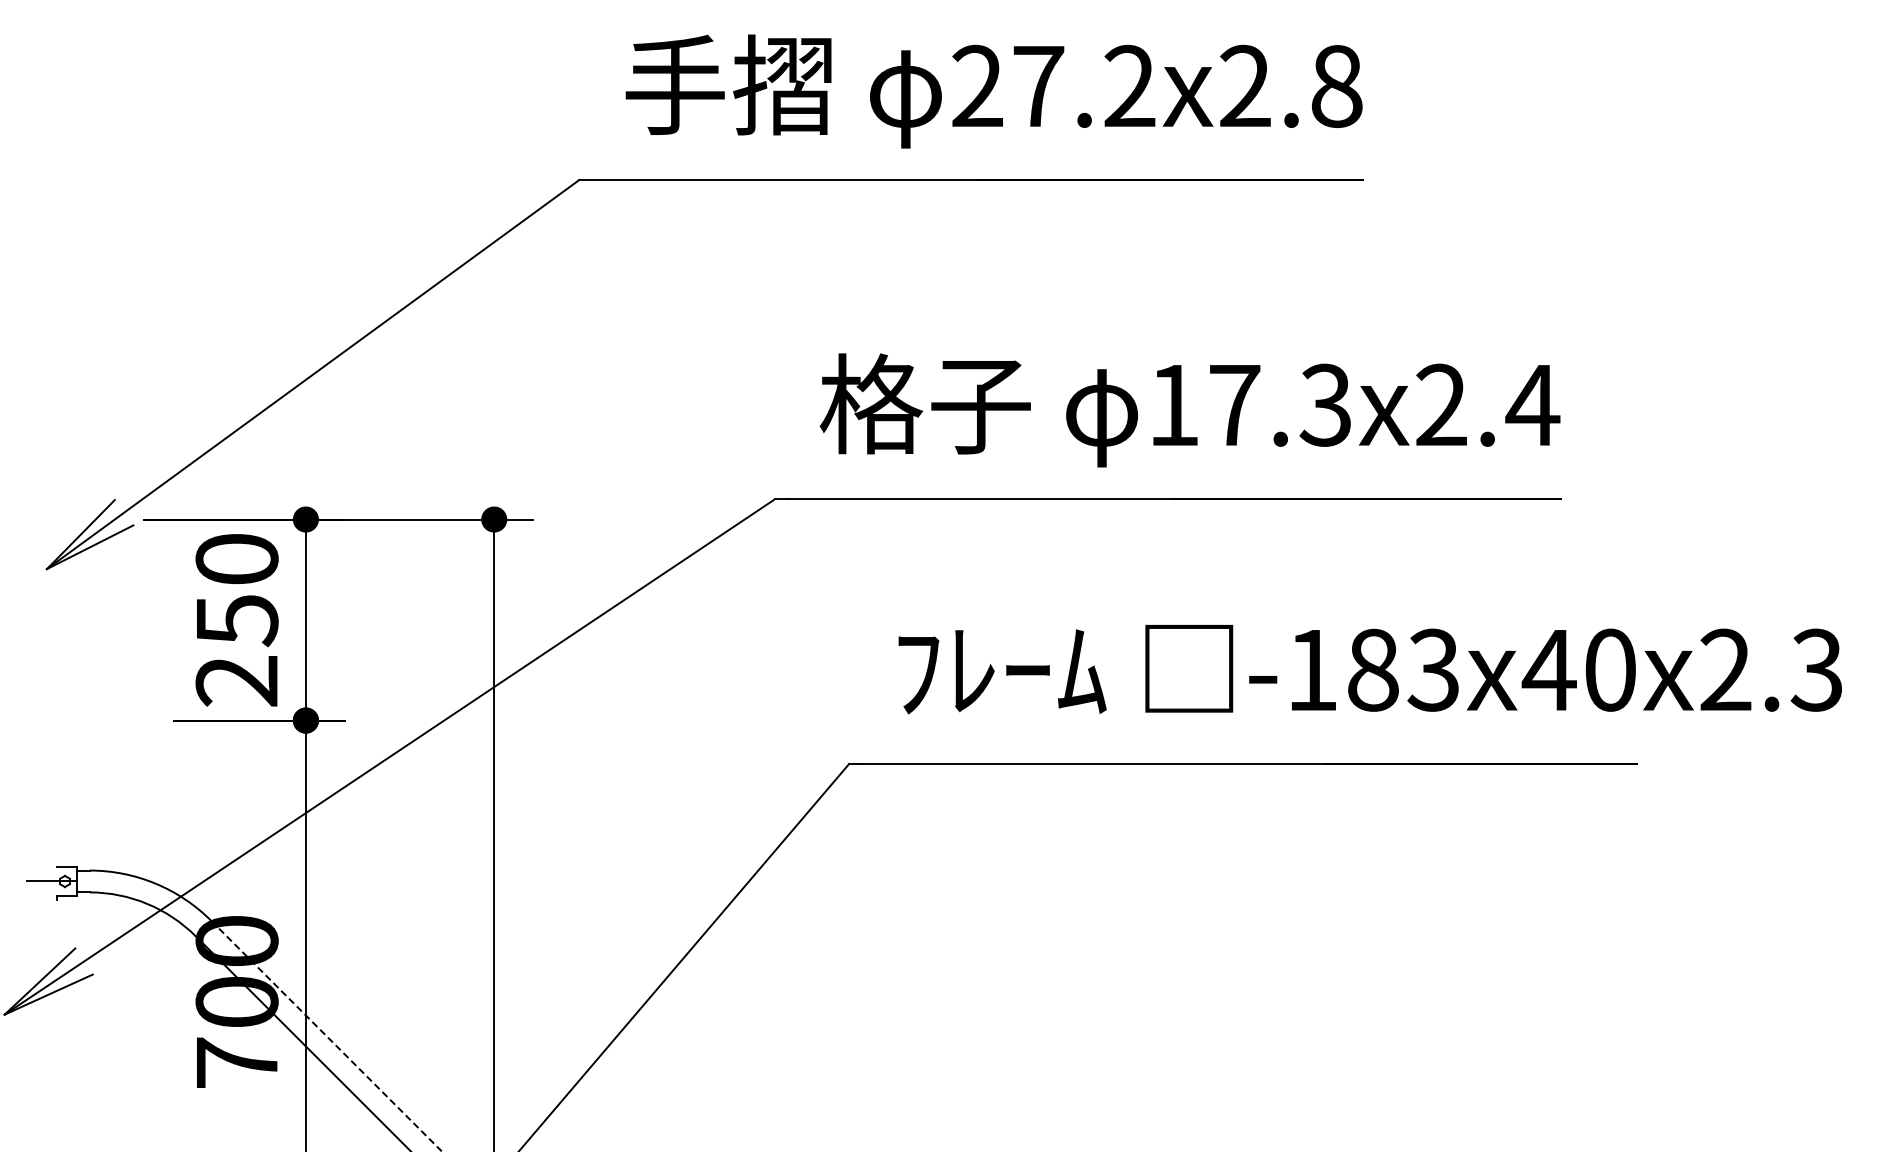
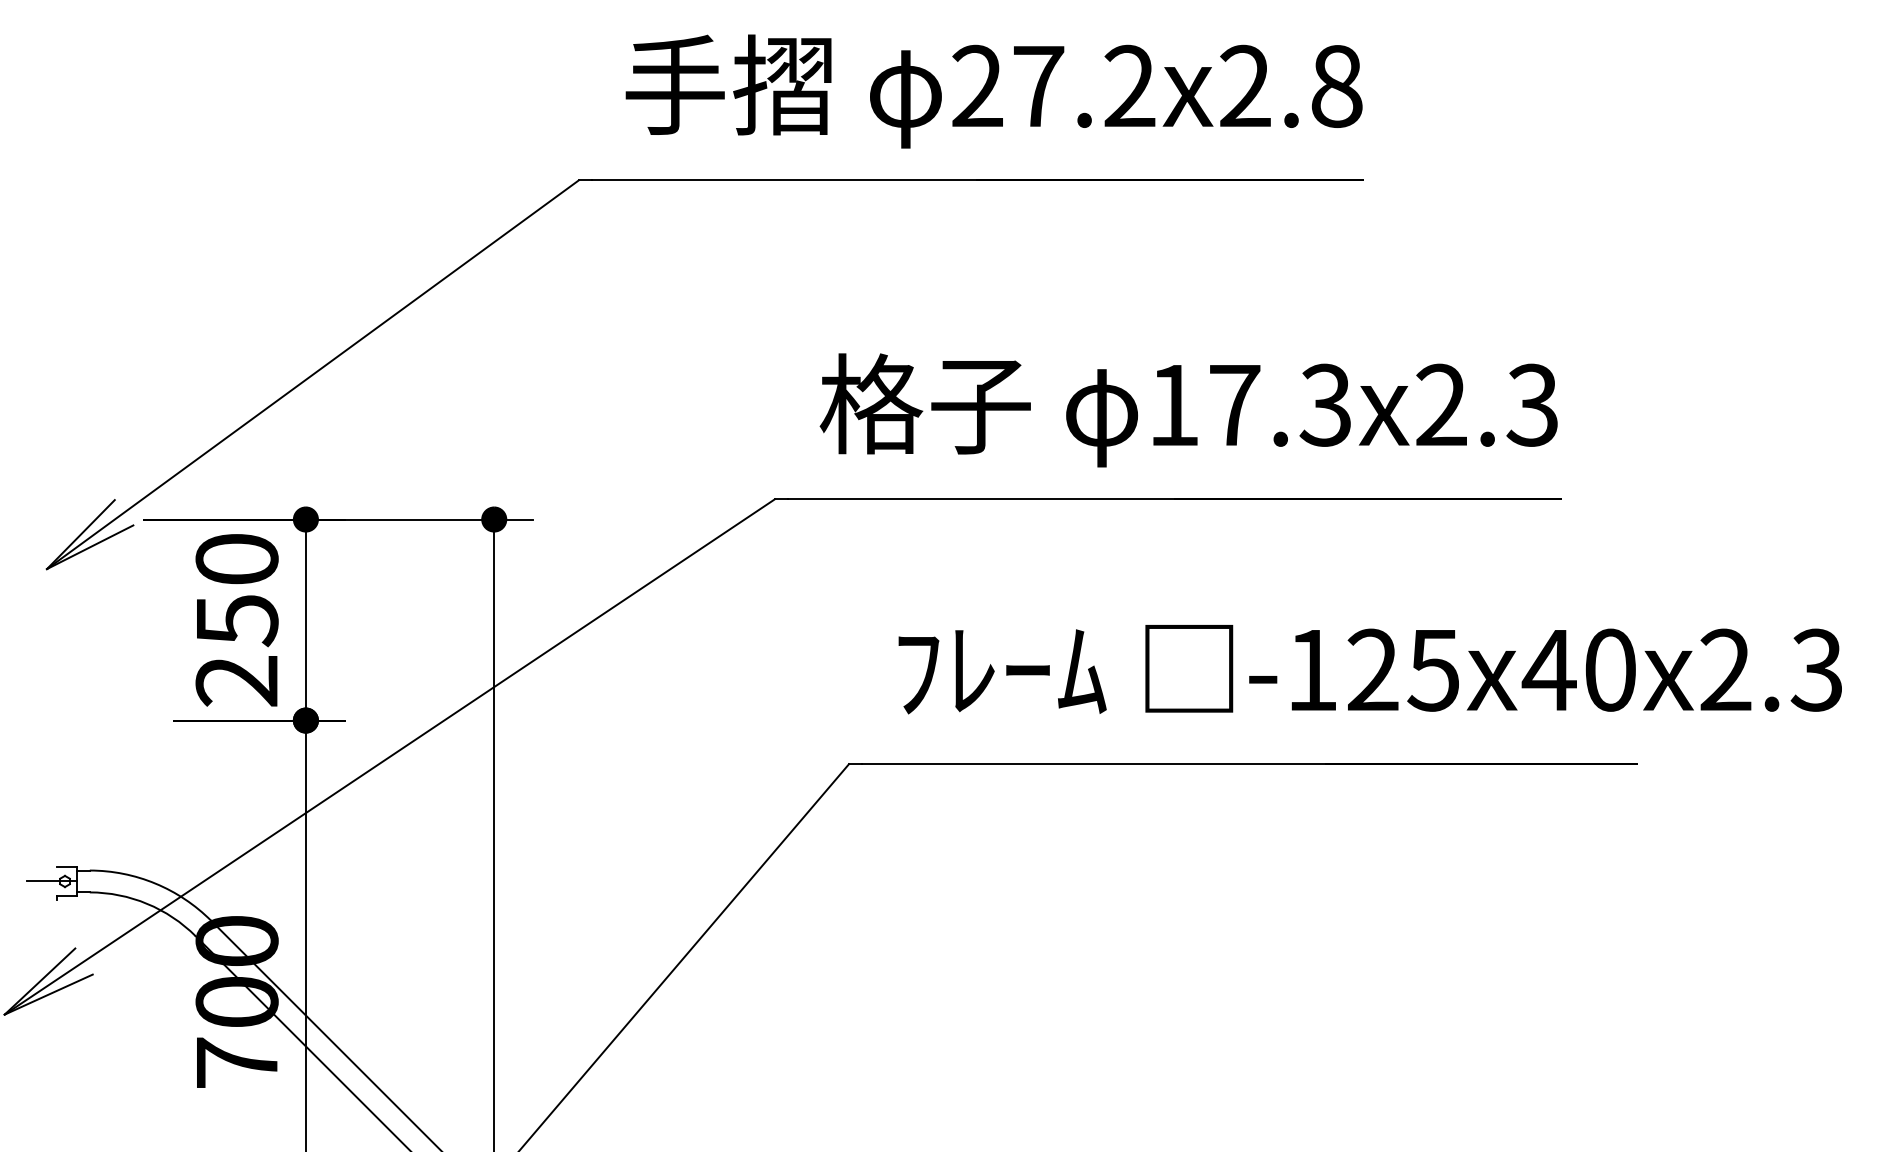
text at (1532, 404): 17.3x2.4 -> 17.3x2.3
text at (1402, 669): -183x40x2.3 -> -125x40x2.3
line at (327, 1036): dashed -> solid
